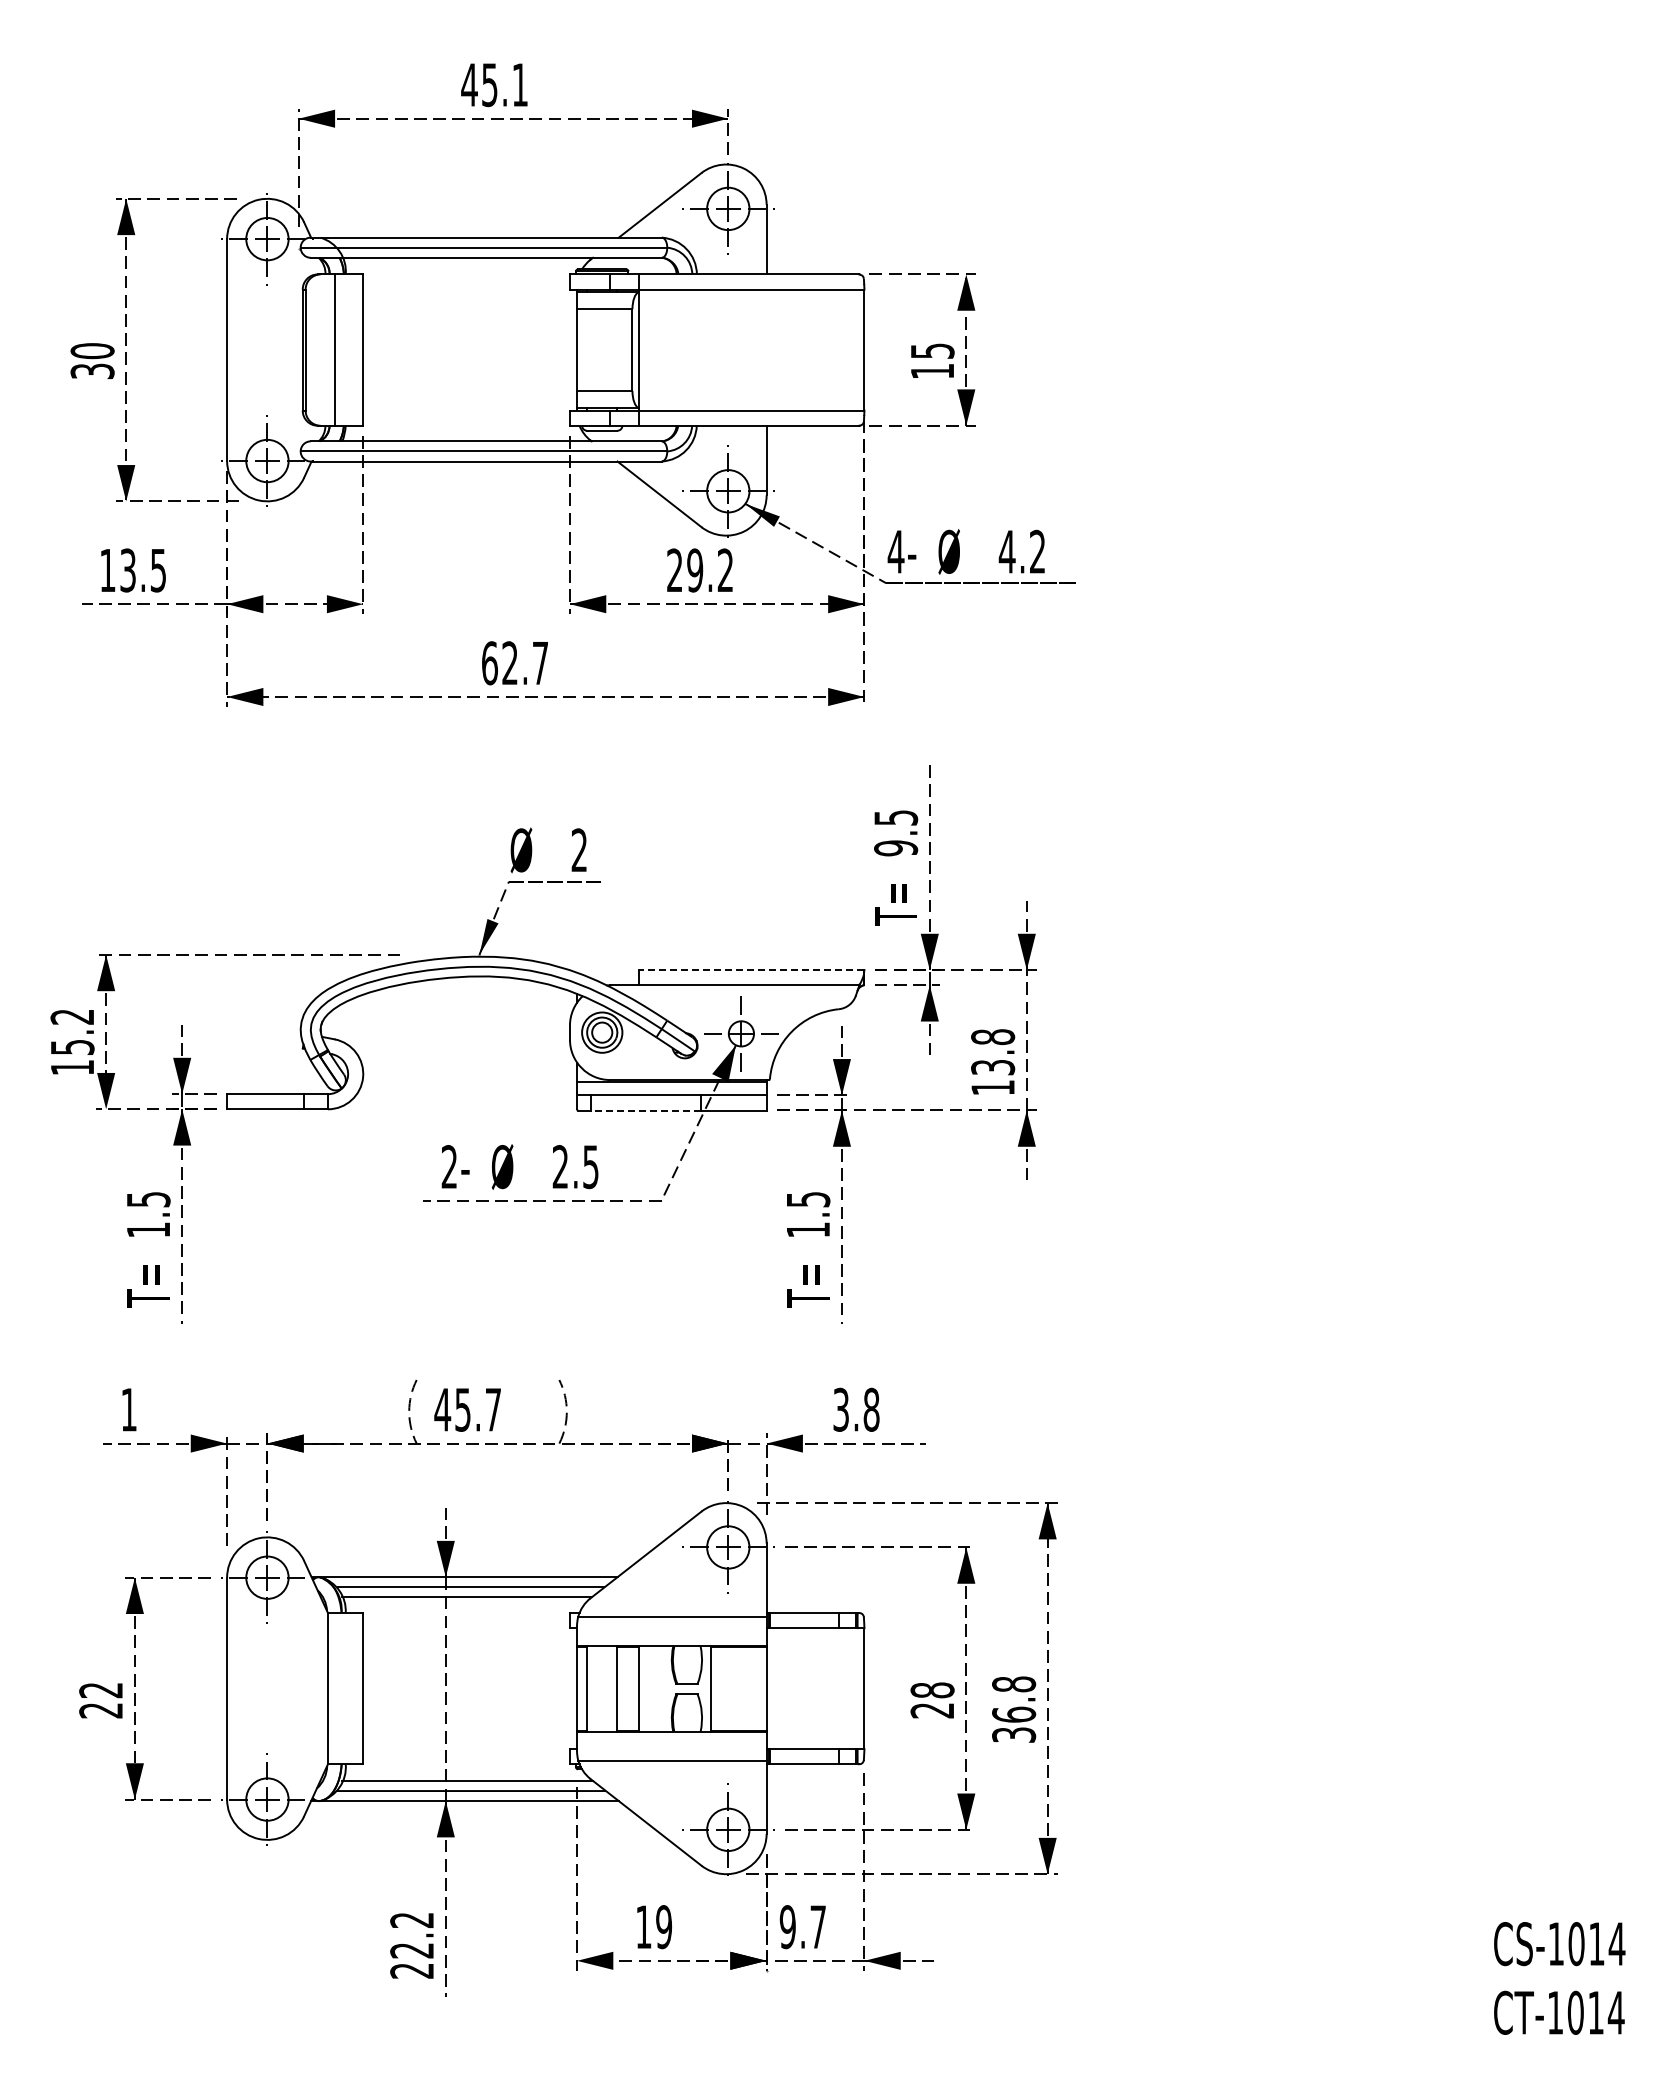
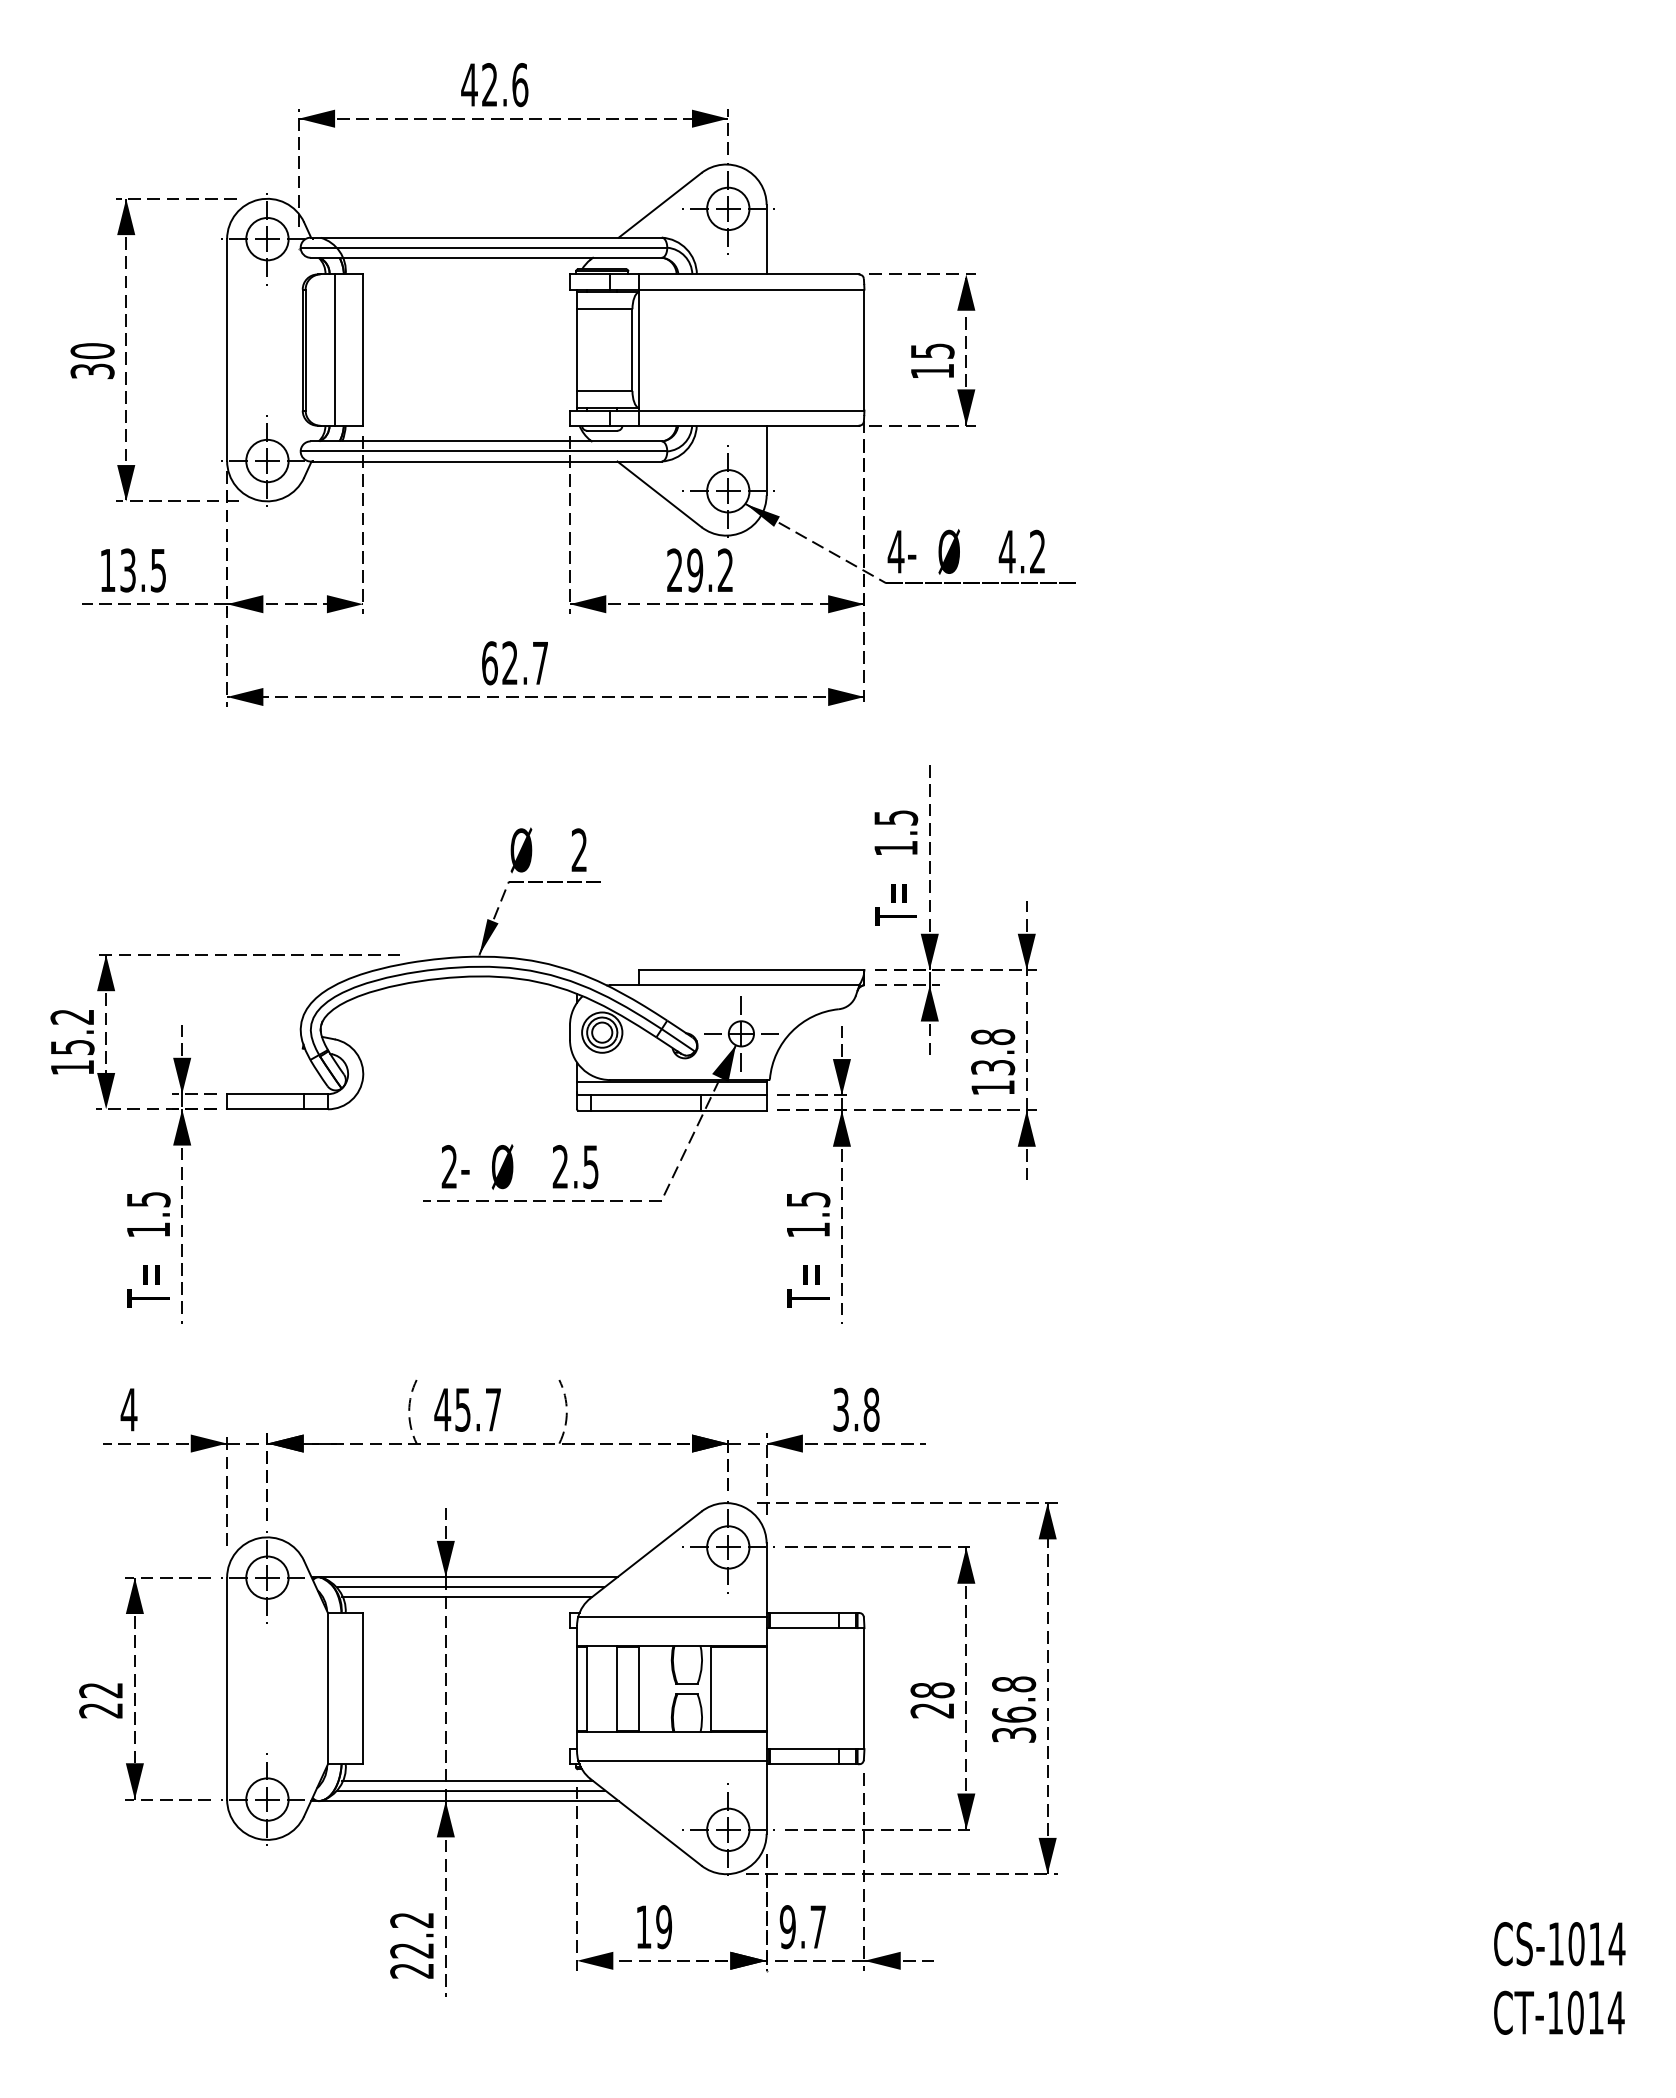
text at (505, 85): 45.1 -> 42.6
text at (896, 848): 9.5 -> 1.5
line at (751, 970): dashed -> solid
line at (645, 1110): dashed -> solid
text at (128, 1409): 1 -> 4
